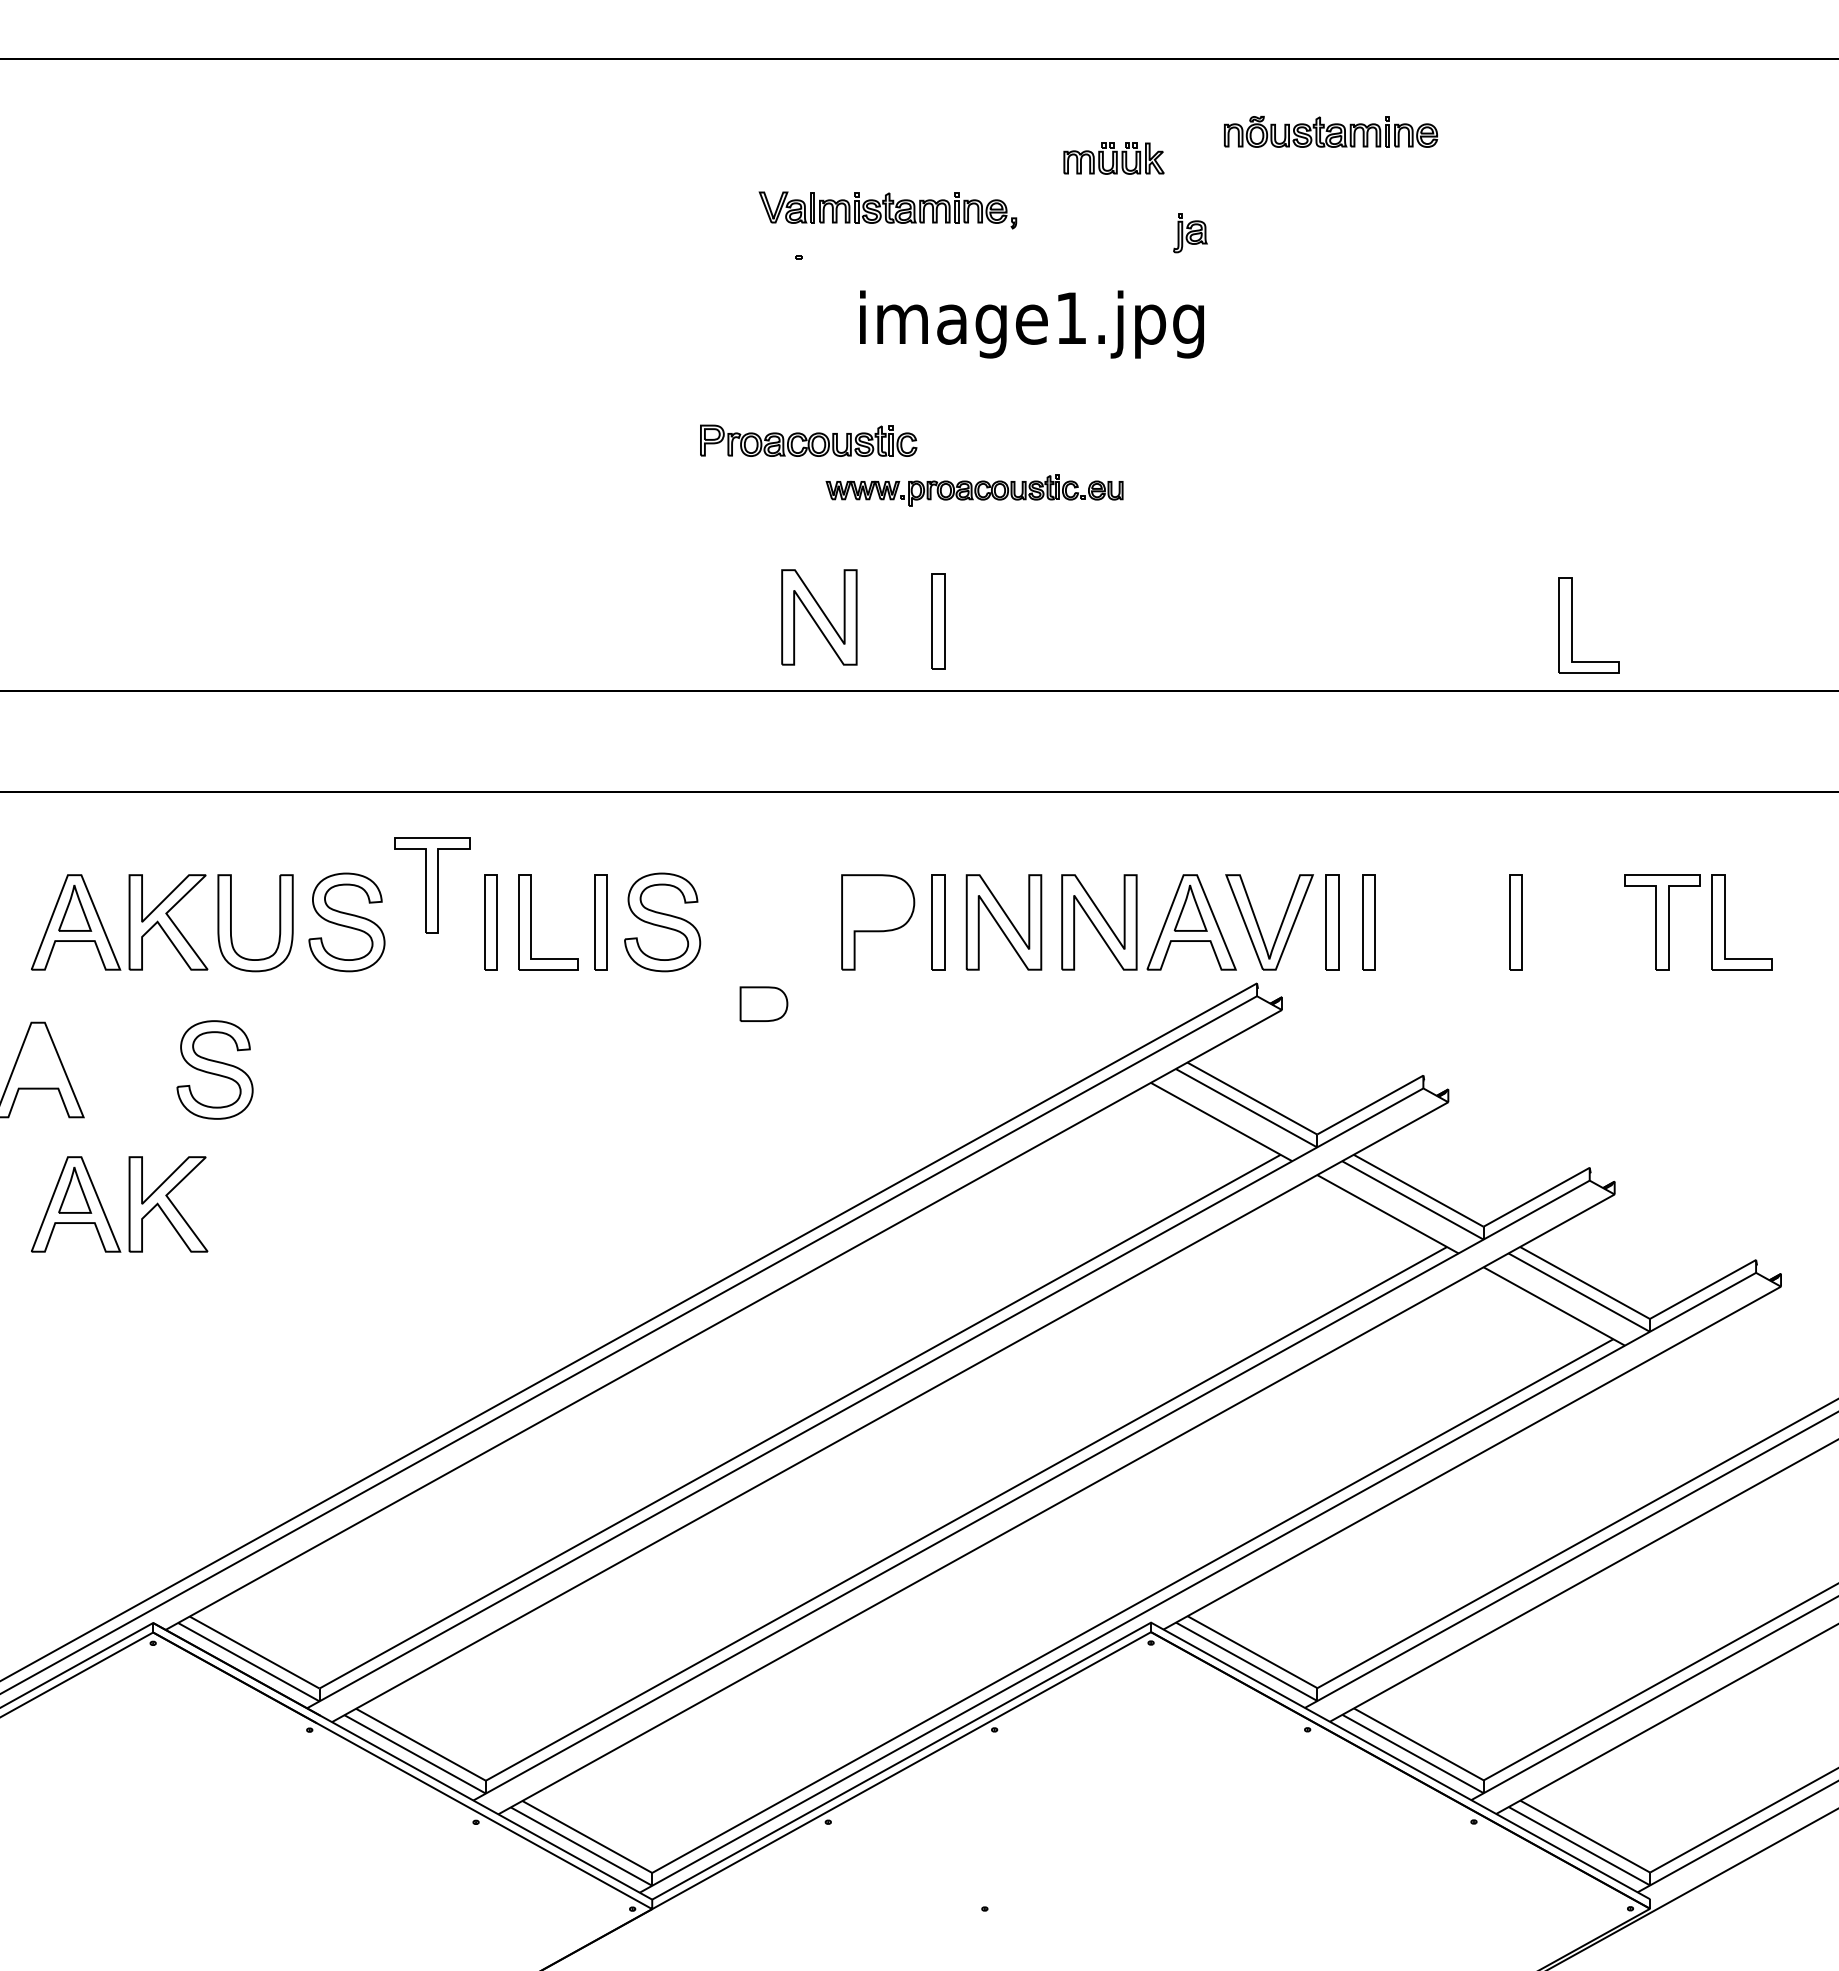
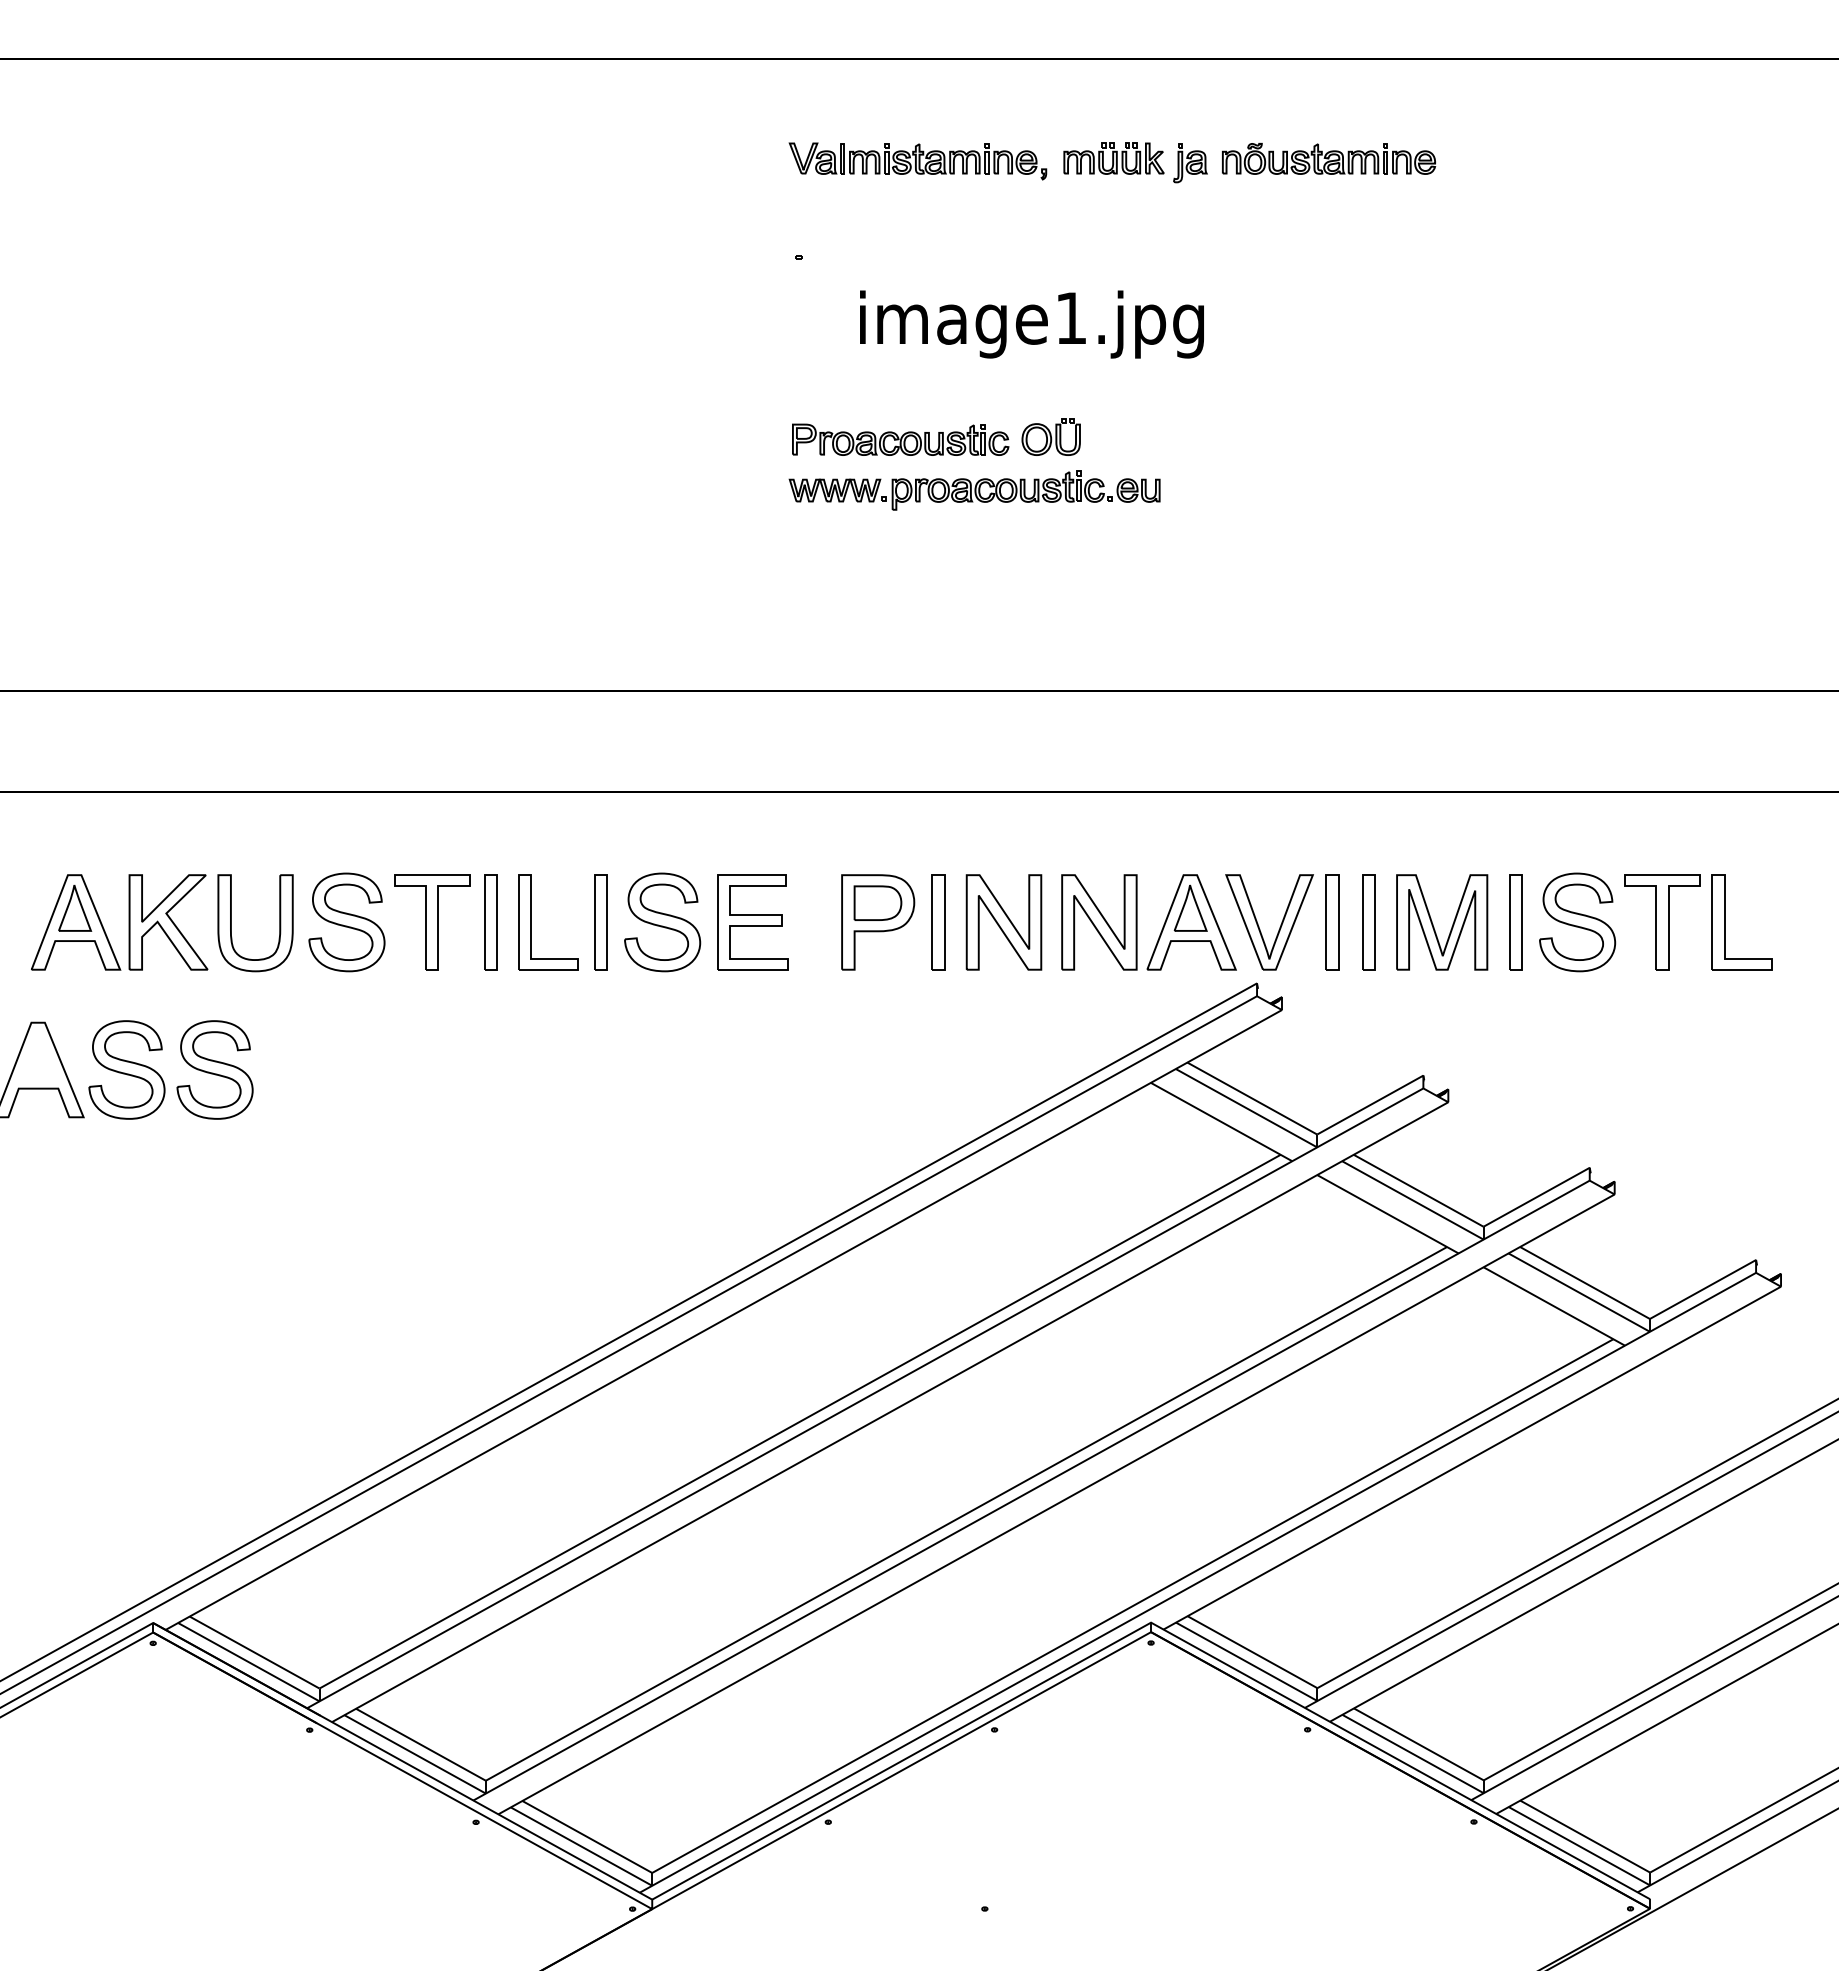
part at (1331, 131) position: (1331, 131) -> (1329, 158)
part at (887, 210) position: (887, 210) -> (917, 161)
part at (1190, 233) position: (1190, 233) -> (1190, 163)
part at (1050, 436): none -> present
part at (808, 440) position: (808, 440) -> (900, 439)
part at (974, 490) size: 299x33 px -> 373x41 px
part at (819, 617): present -> none
part at (938, 621): present -> none
part at (1572, 625): present -> none
part at (432, 885) position: (432, 885) -> (432, 922)
part at (752, 922): none -> present
part at (1577, 922): none -> present
part at (1433, 924): none -> present
part at (763, 1003) position: (763, 1003) -> (877, 902)
part at (126, 1069): none -> present
part at (128, 1204): present -> none
